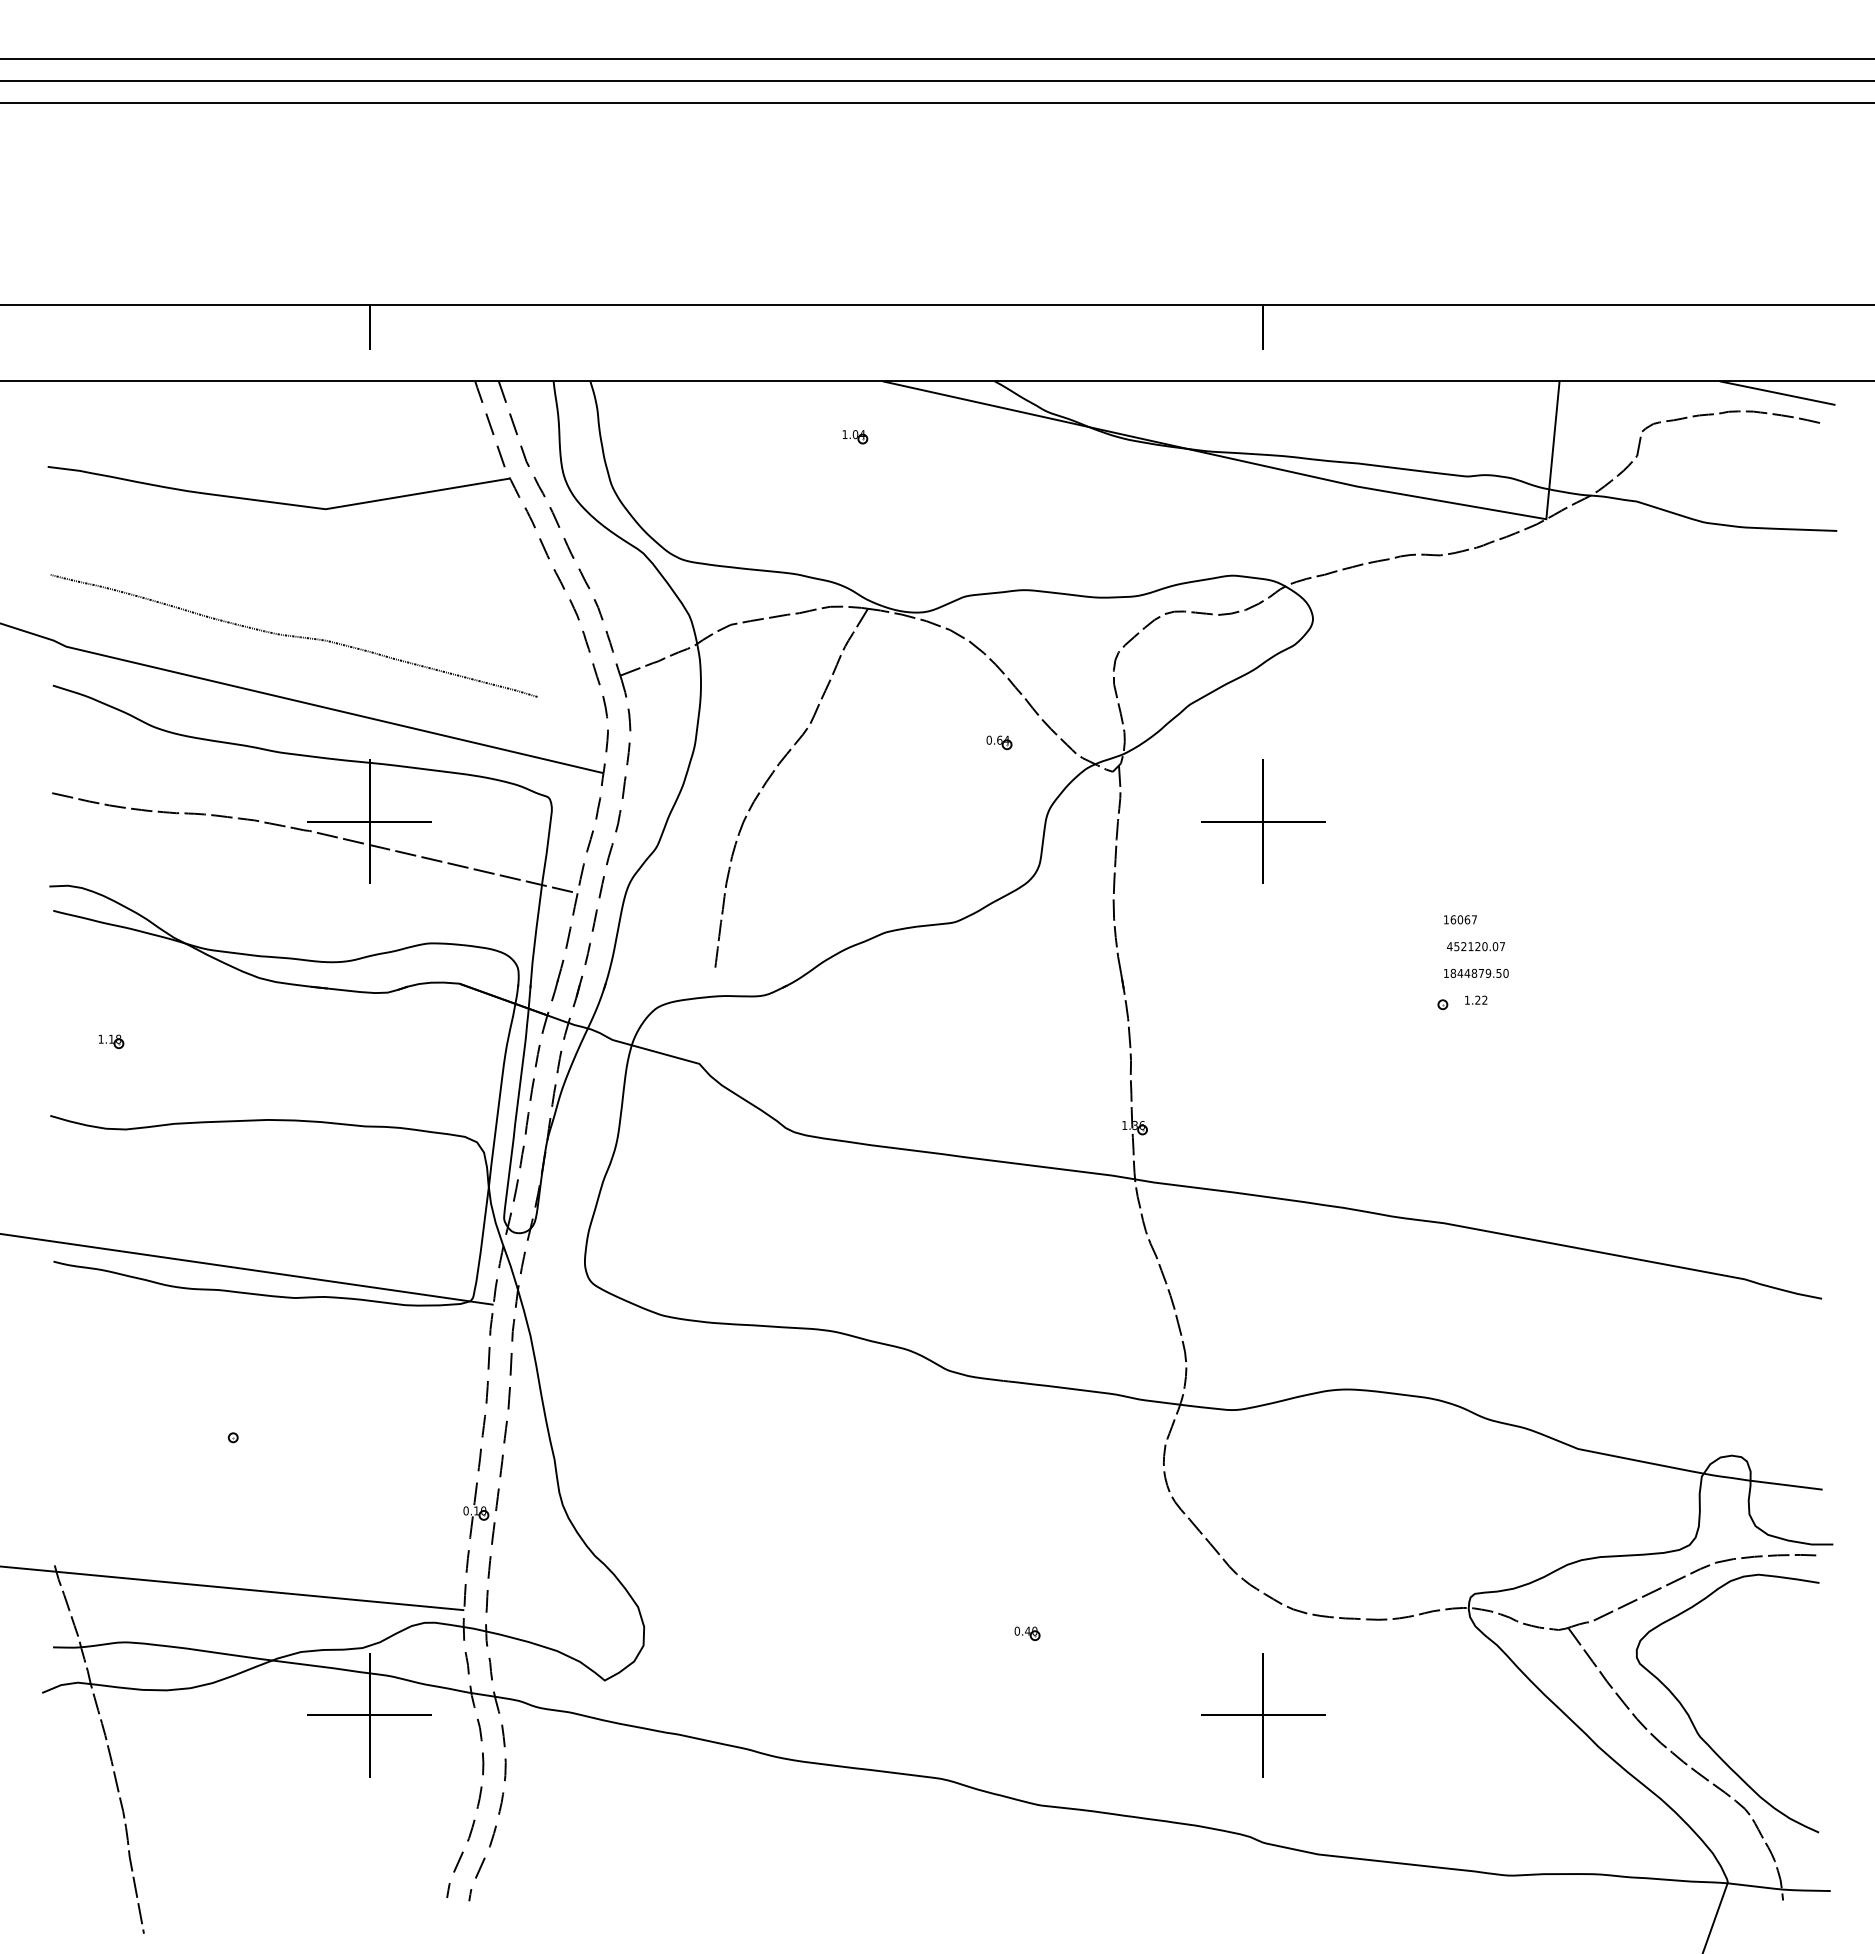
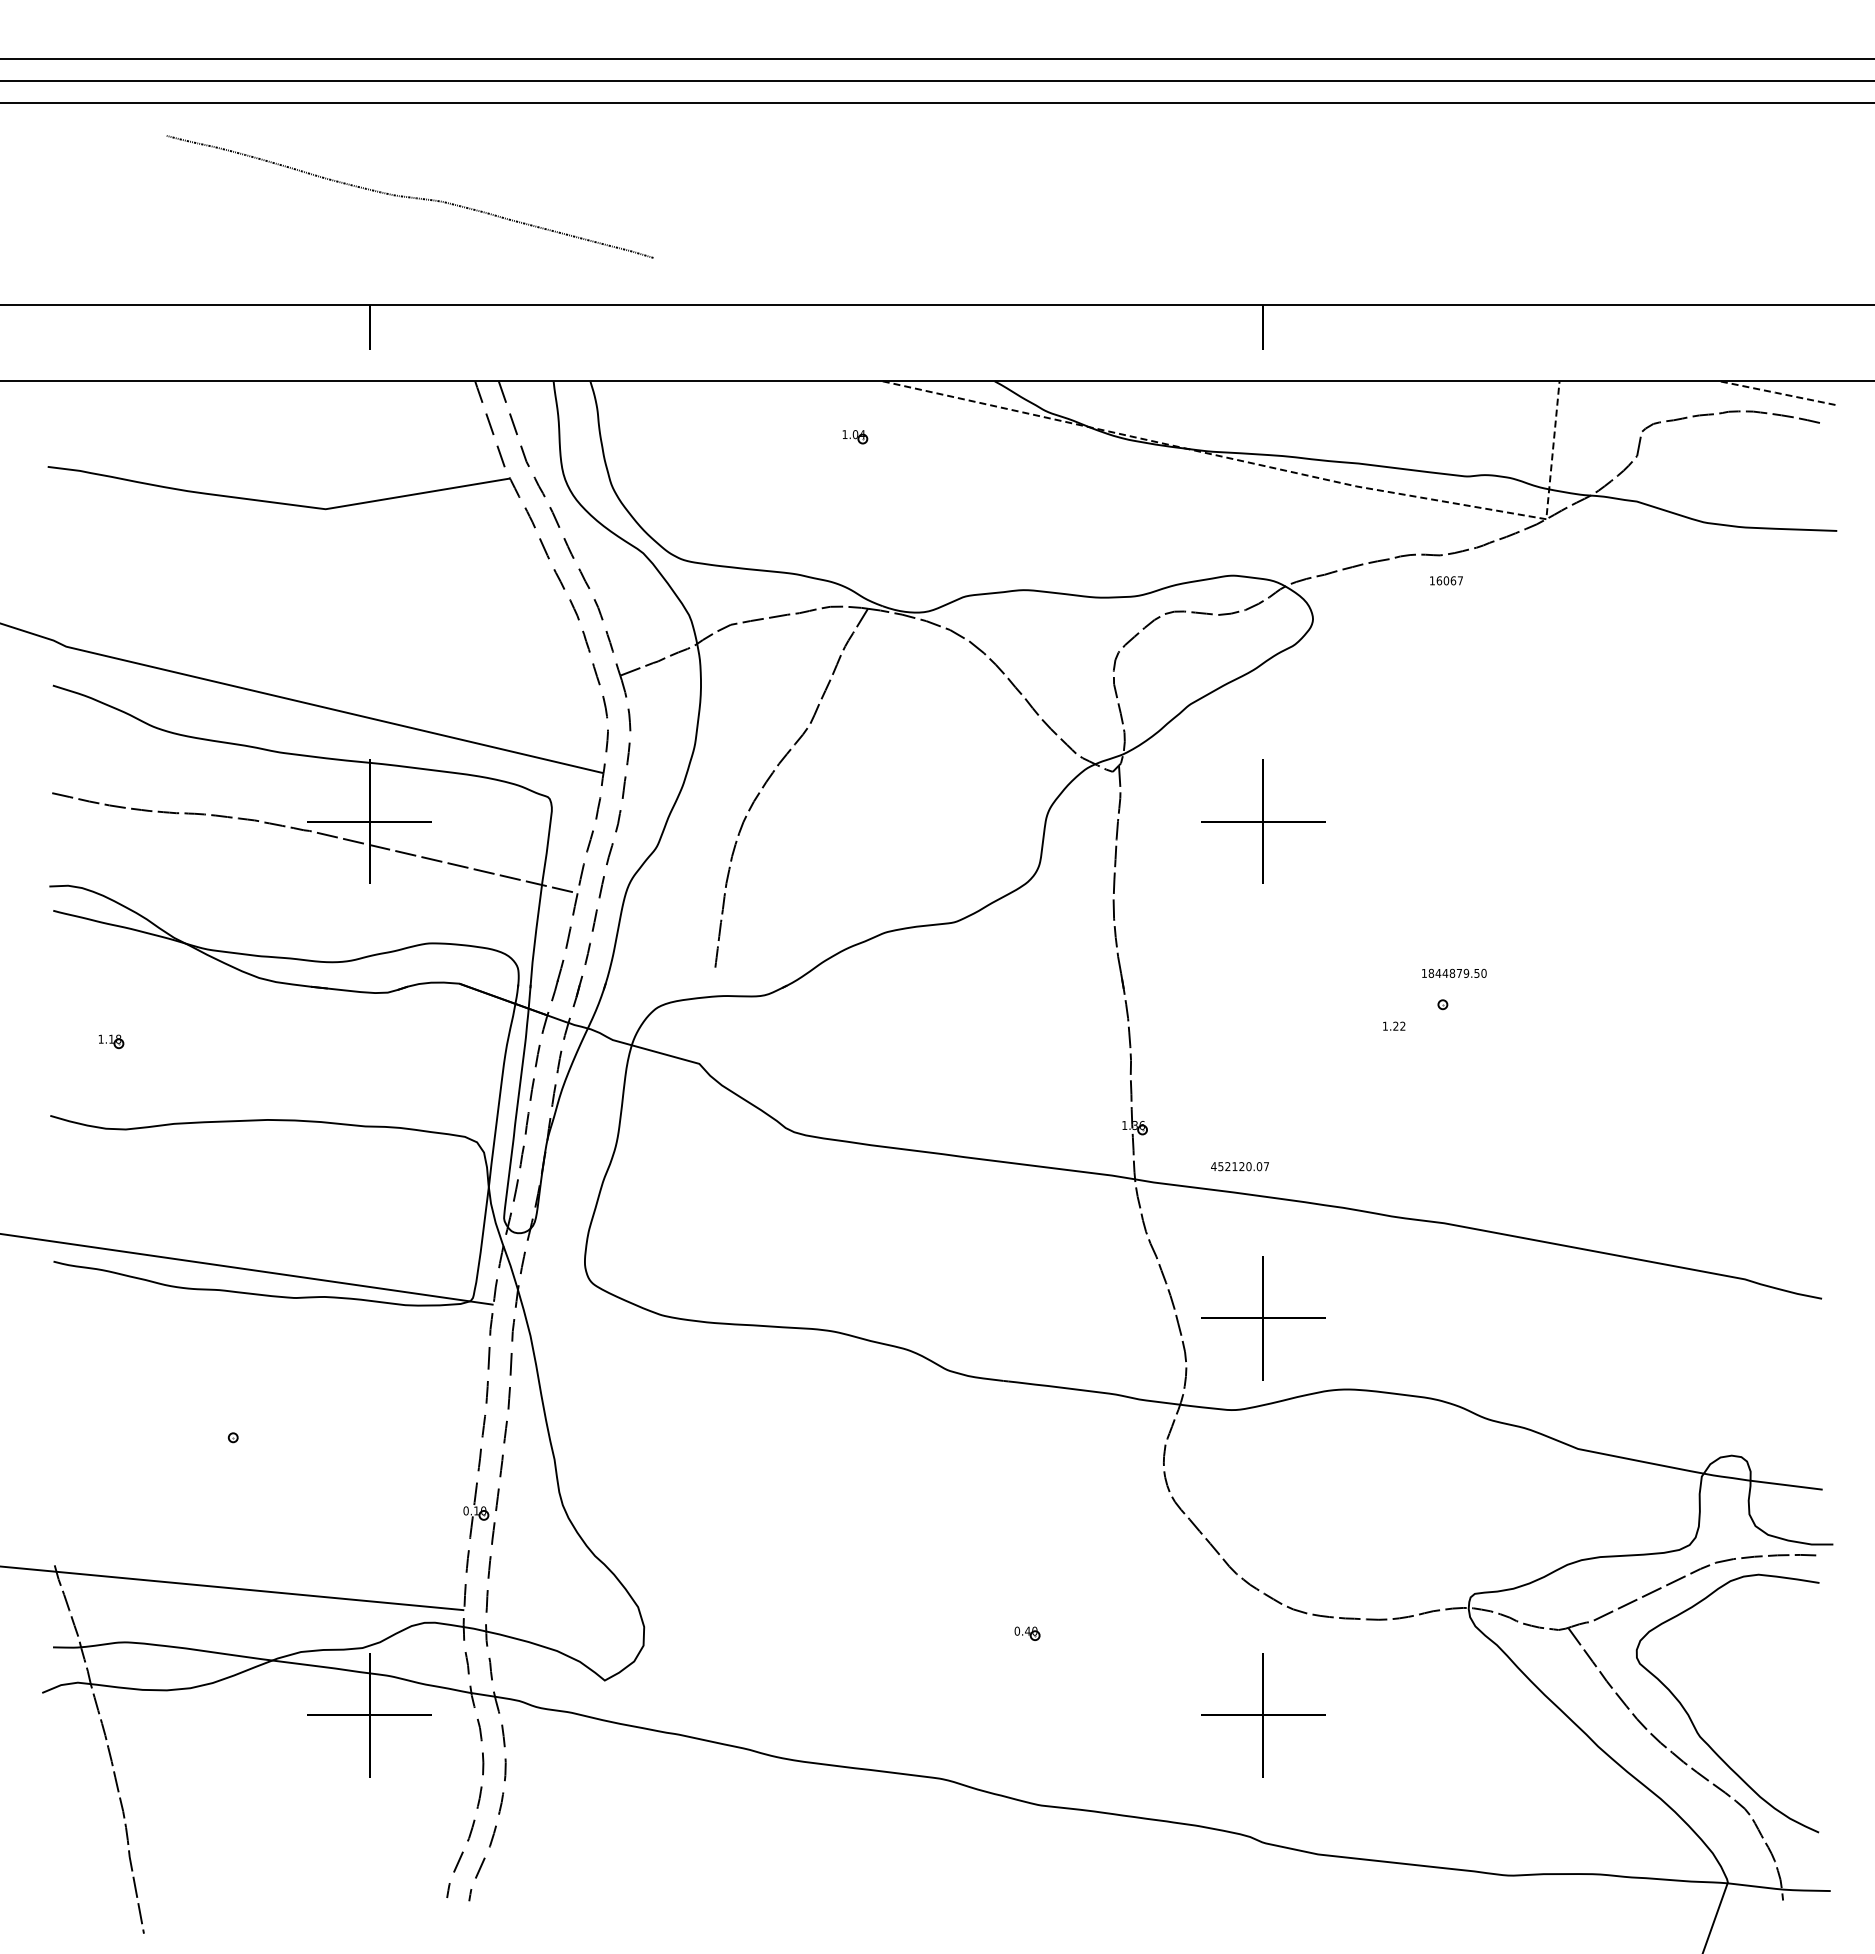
line at (1777, 393): solid -> dashed
line at (1282, 470): solid -> dashed
curve at (293, 635) position: (293, 635) -> (409, 196)
part at (999, 742): present -> none
text at (1460, 919) position: (1460, 919) -> (1446, 580)
text at (1475, 946) position: (1475, 946) -> (1239, 1166)
text at (1476, 972) position: (1476, 972) -> (1454, 972)
text at (1476, 999) position: (1476, 999) -> (1394, 1025)
part at (1263, 1318): none -> present
